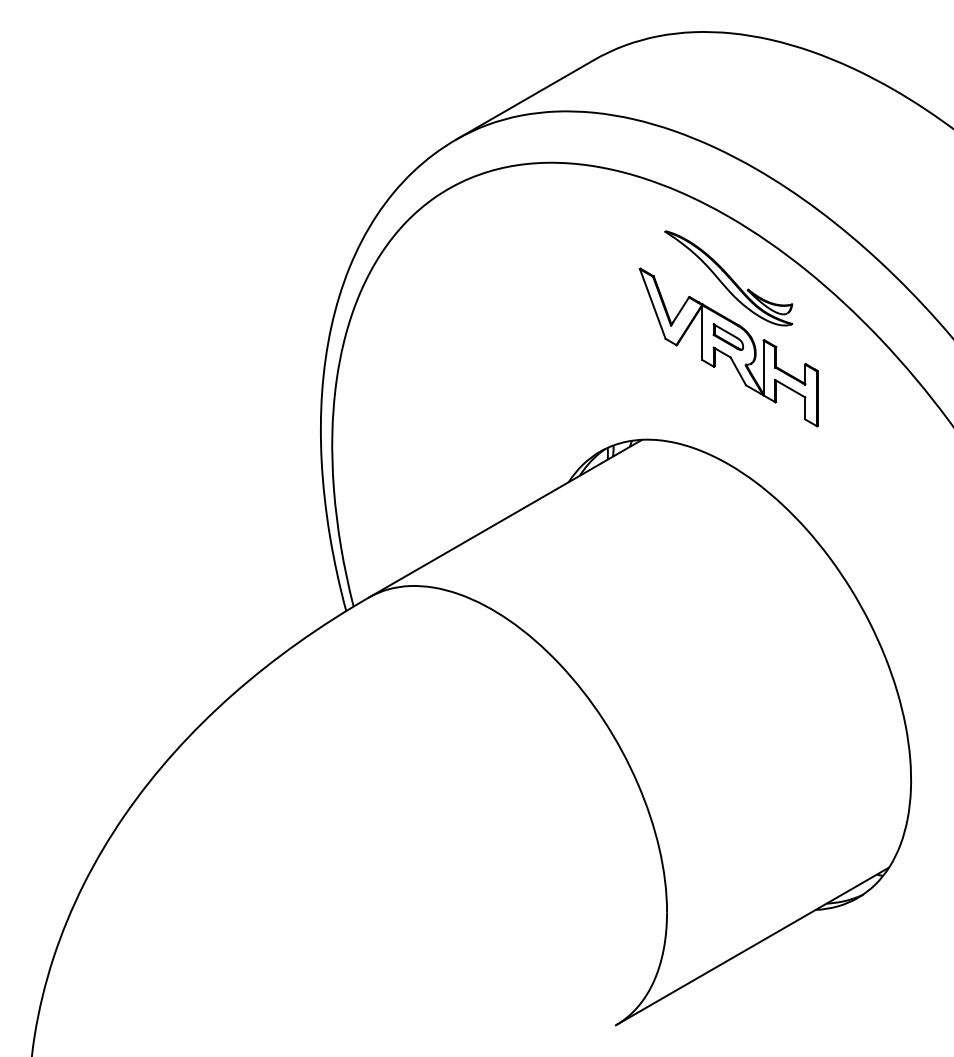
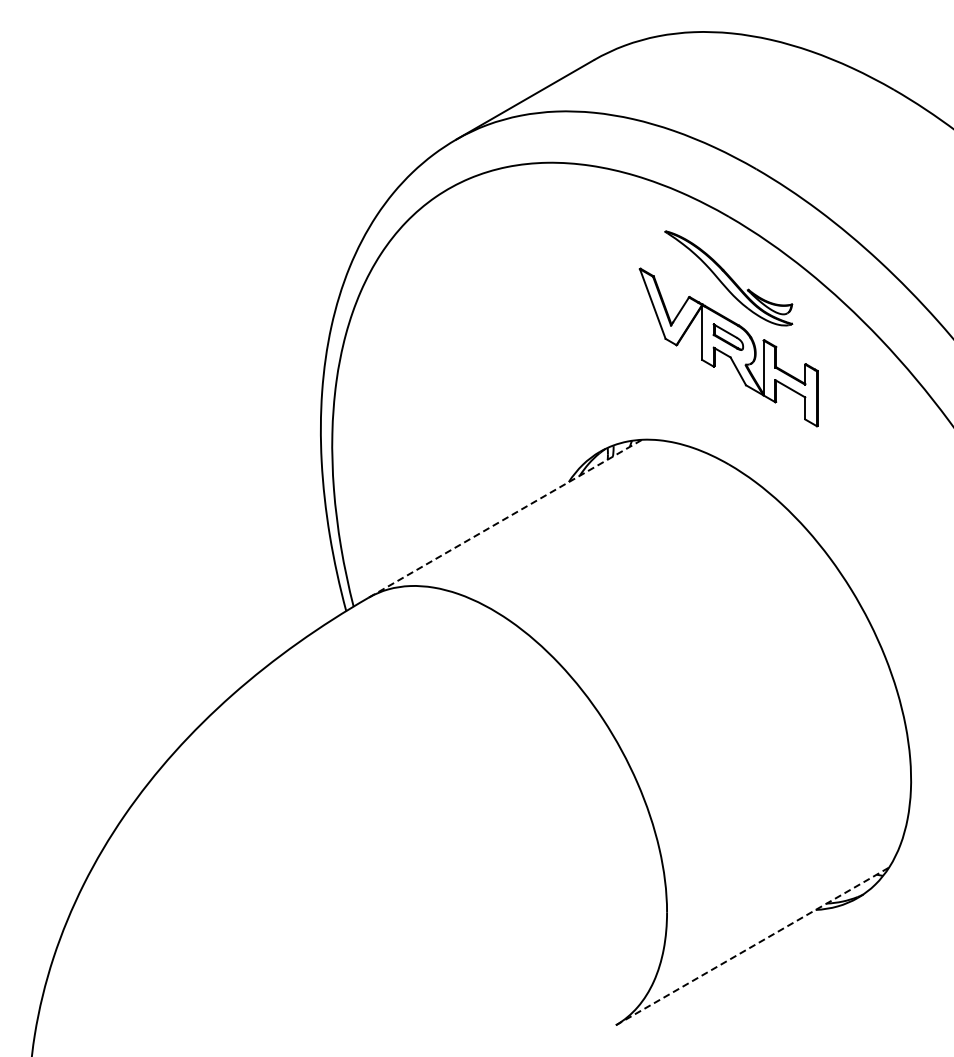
line at (505, 518): solid -> dashed
line at (752, 946): solid -> dashed
